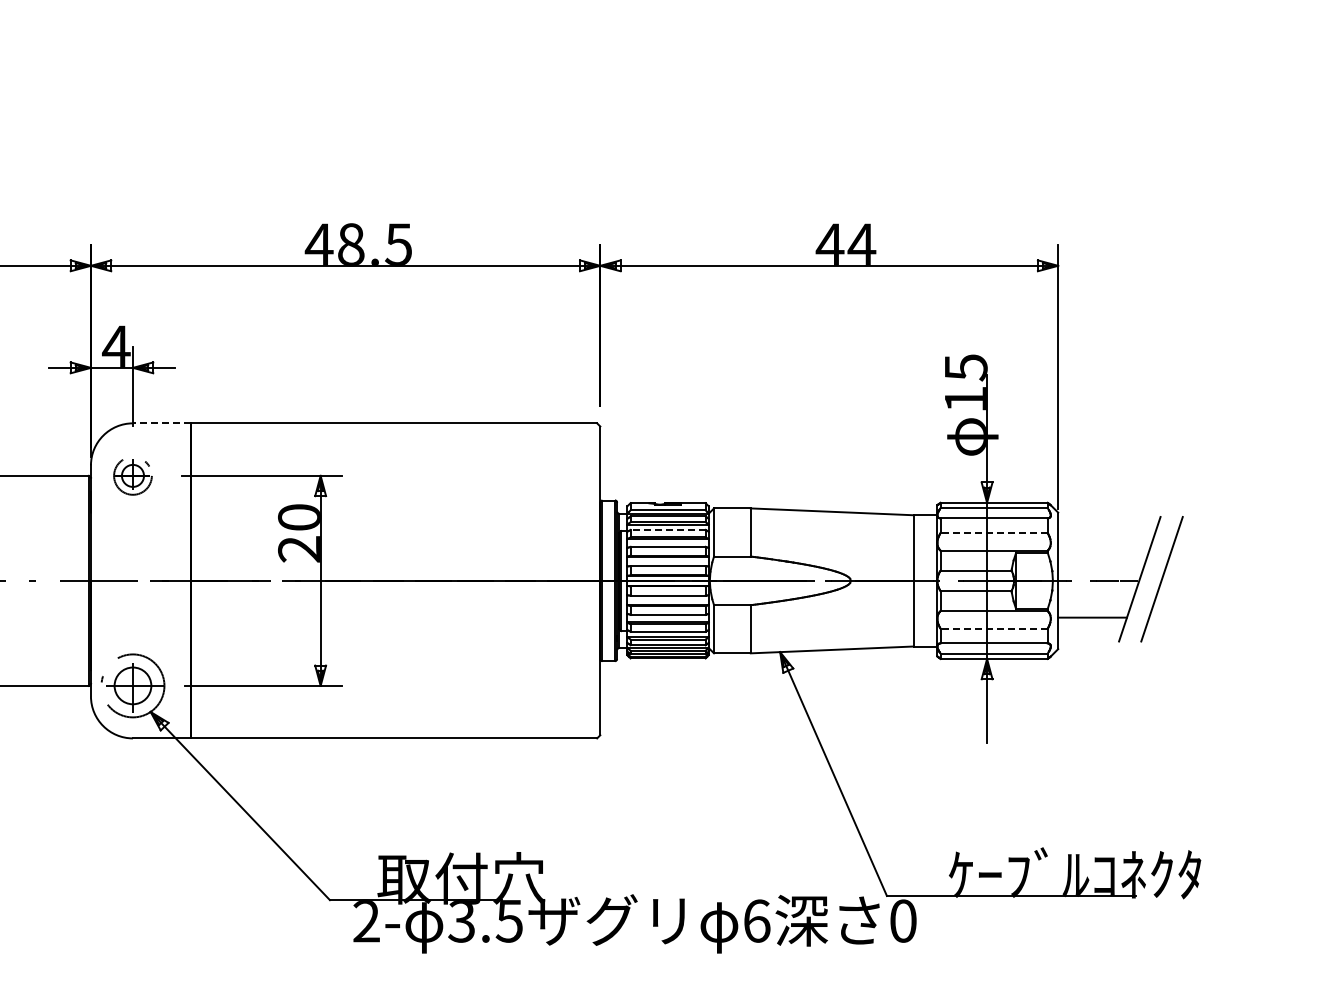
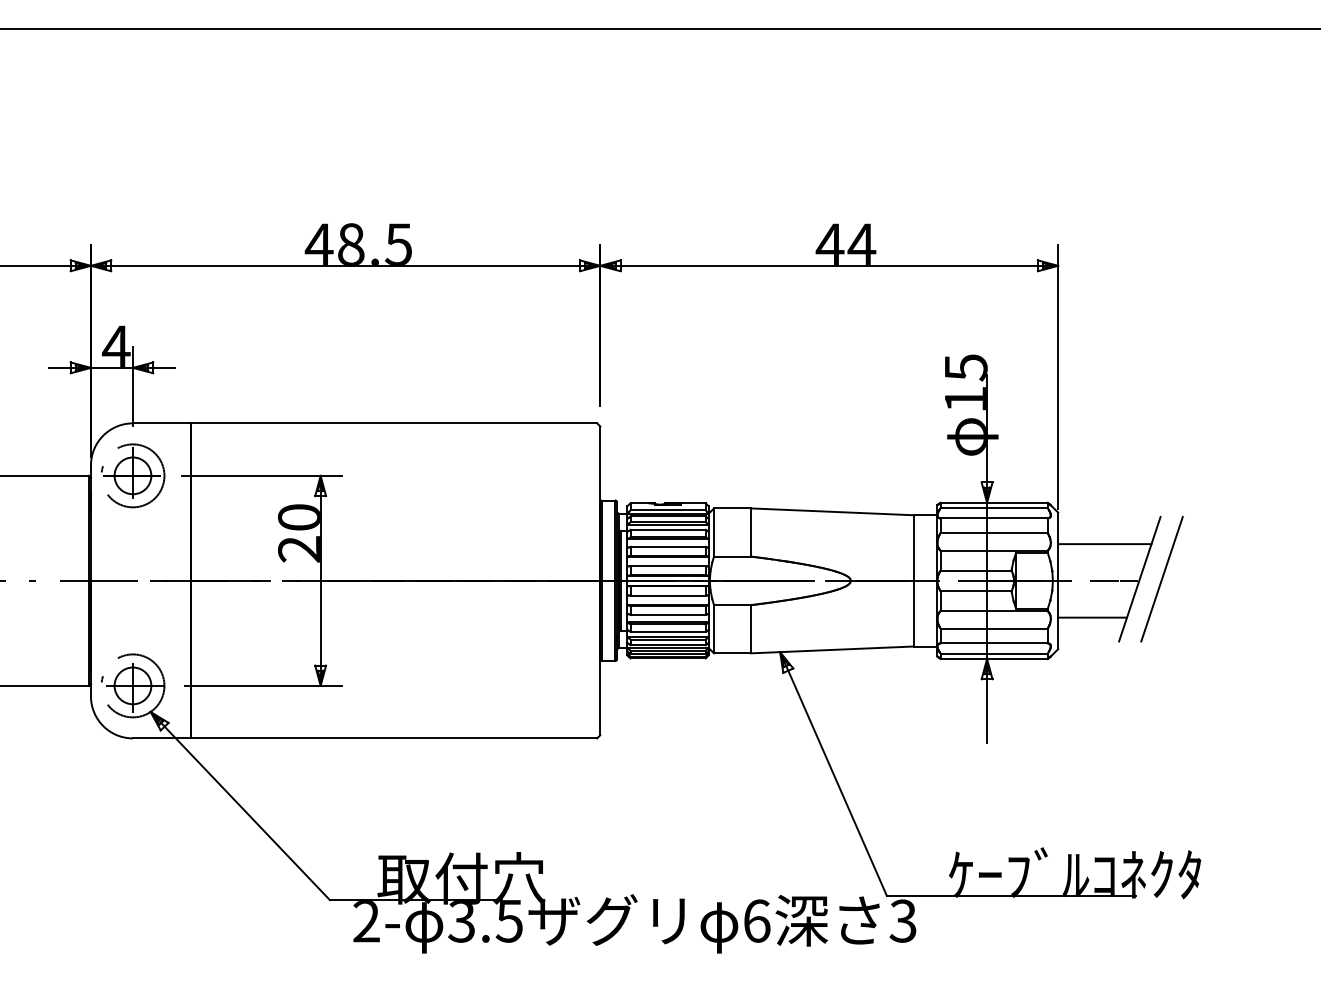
line at (659, 29): none -> present
line at (161, 423): dashed -> solid
part at (132, 477) size: 40x37 px -> 66x66 px
line at (668, 529): dashed -> solid
line at (994, 533): dashed -> solid
line at (1104, 544): none -> present
line at (994, 628): dashed -> solid
text at (902, 920): 0 -> 3
